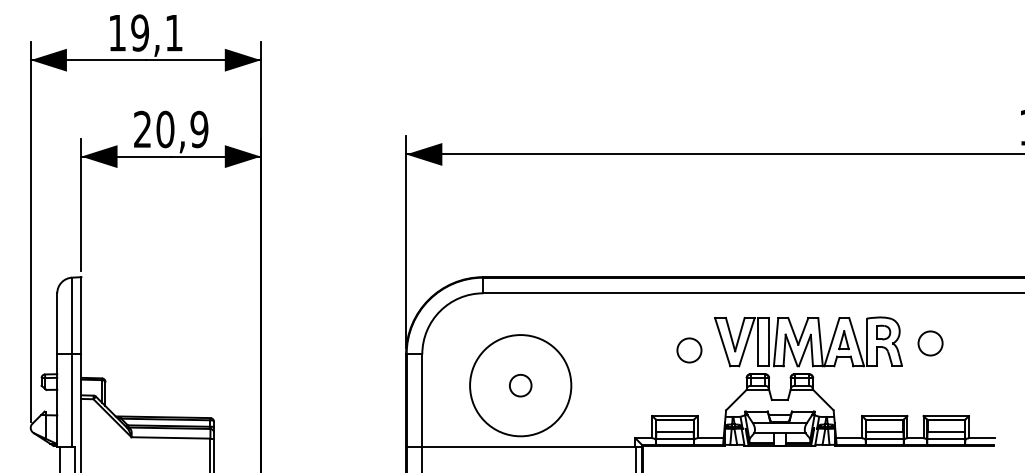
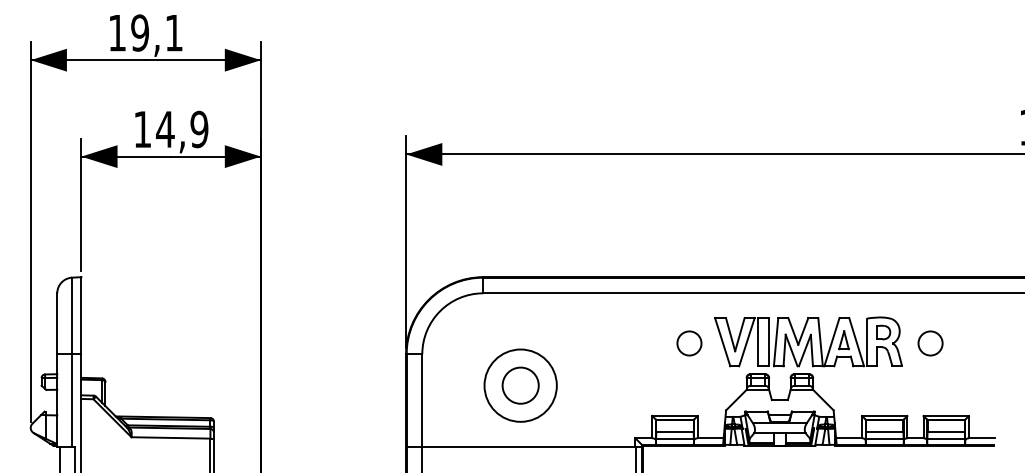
text at (154, 129): 20,9 -> 14,9
circle at (689, 350) position: (689, 350) -> (689, 343)
circle at (520, 385) diameter: 101 px -> 72 px
circle at (520, 385) diameter: 22 px -> 36 px
